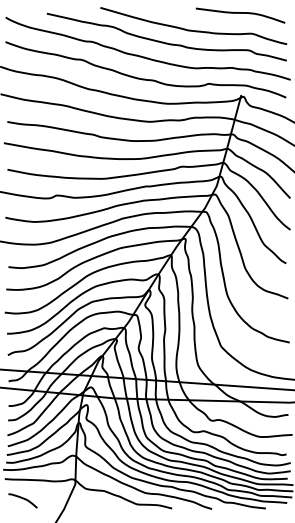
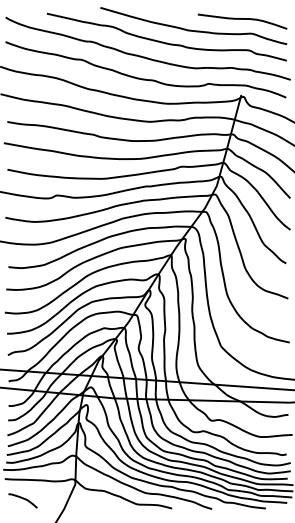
curve at (240, 13) position: (240, 13) -> (242, 19)
